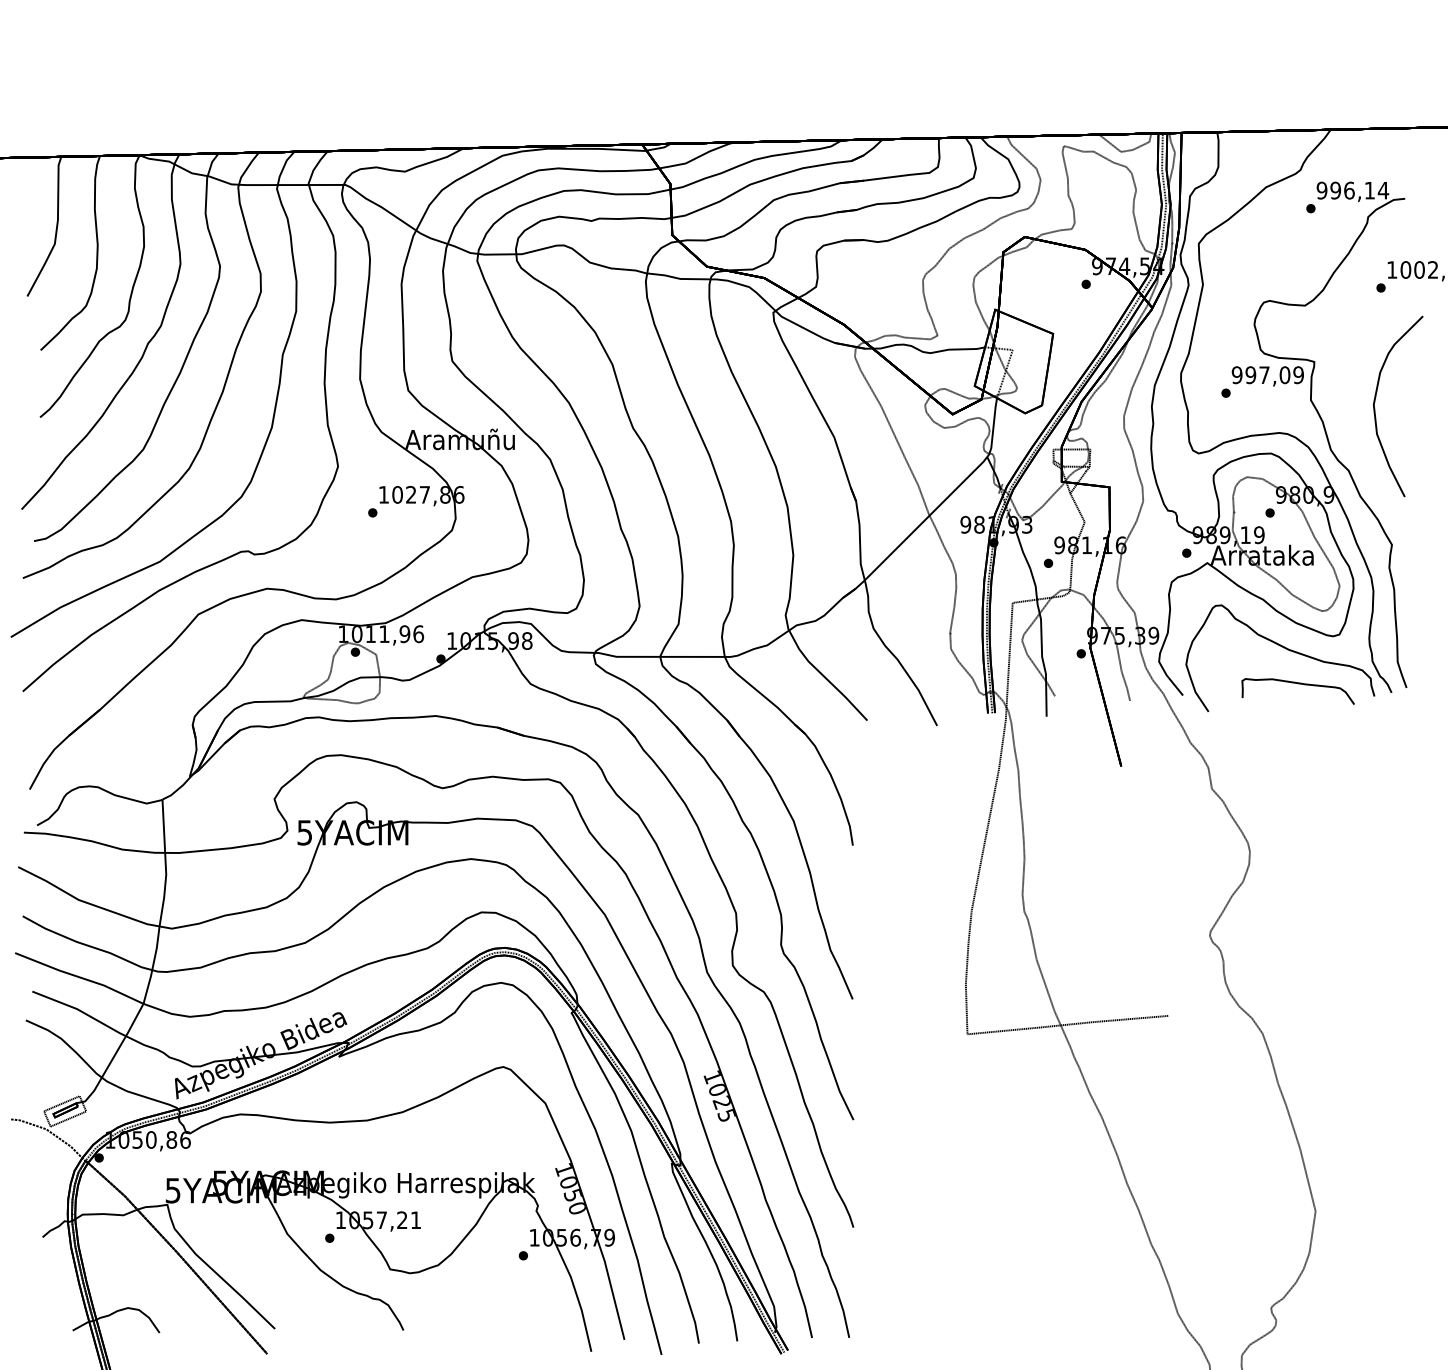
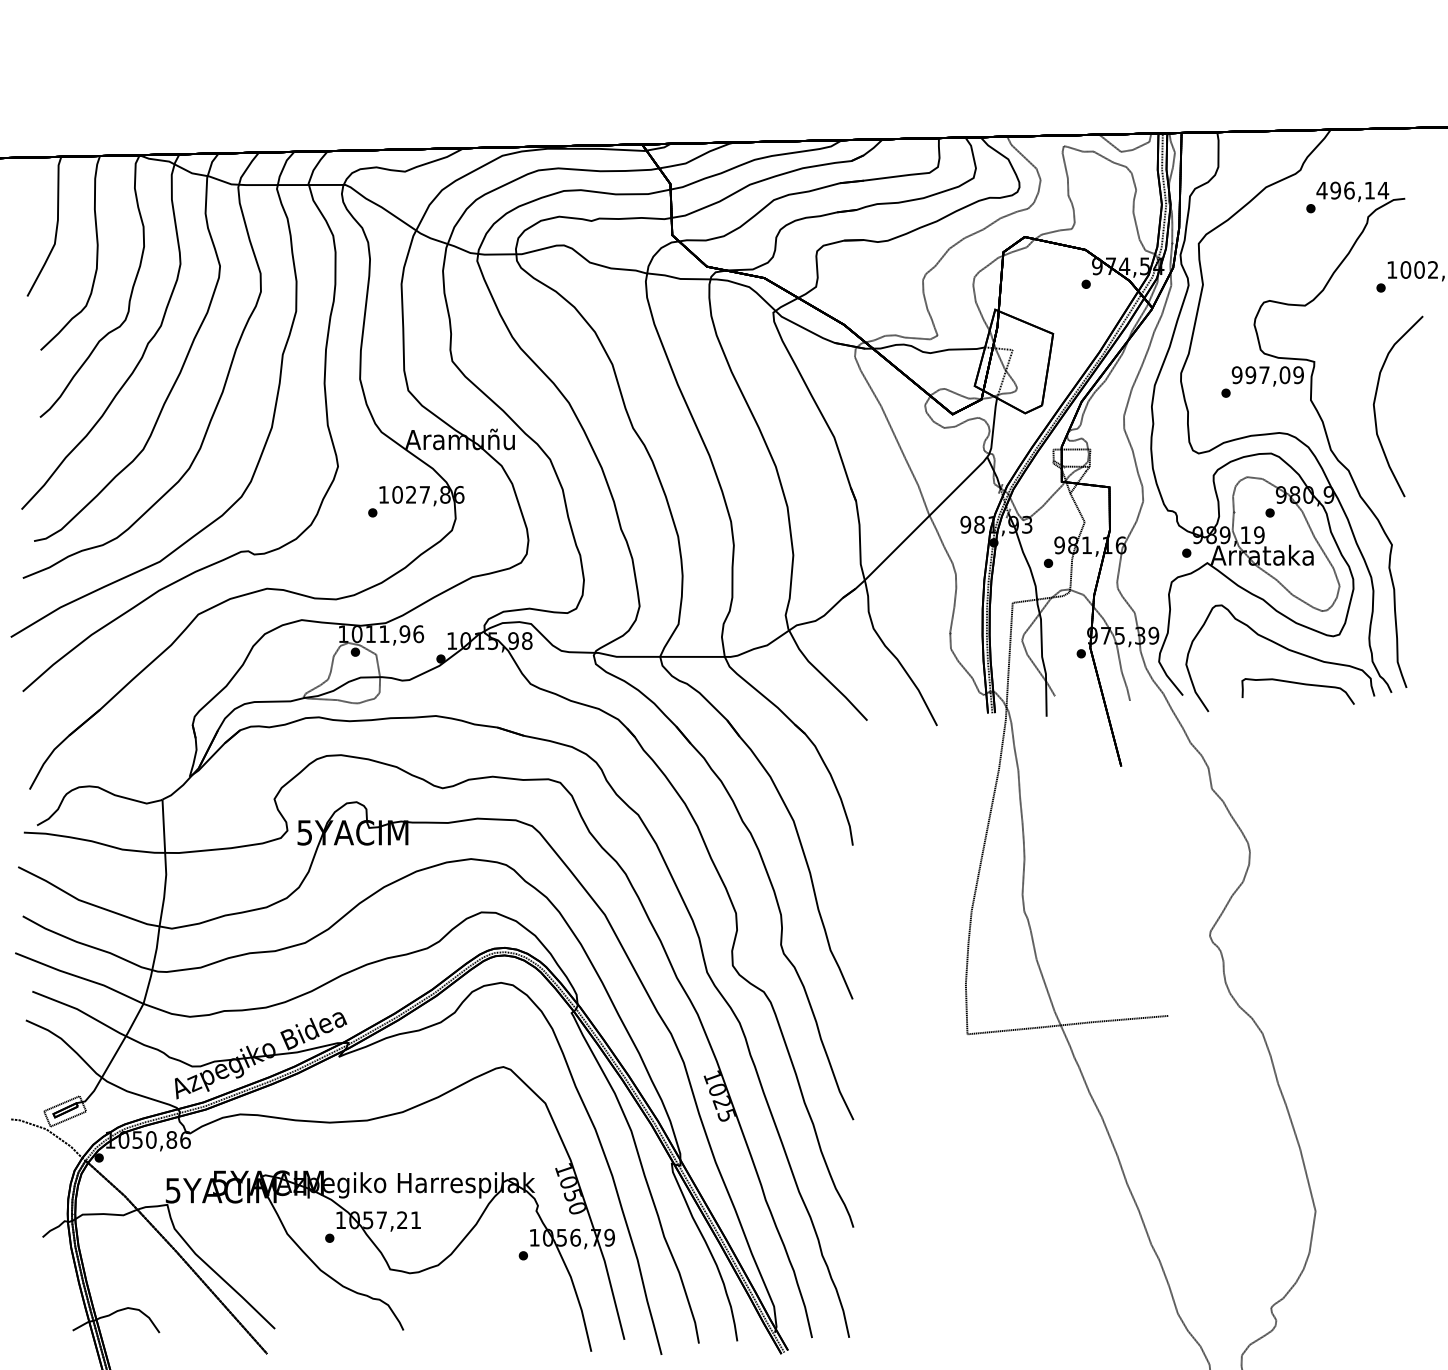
text at (1321, 190): 996,14 -> 496,14
